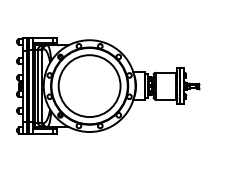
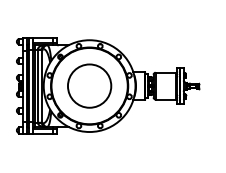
circle at (89, 86) diameter: 62 px -> 43 px
